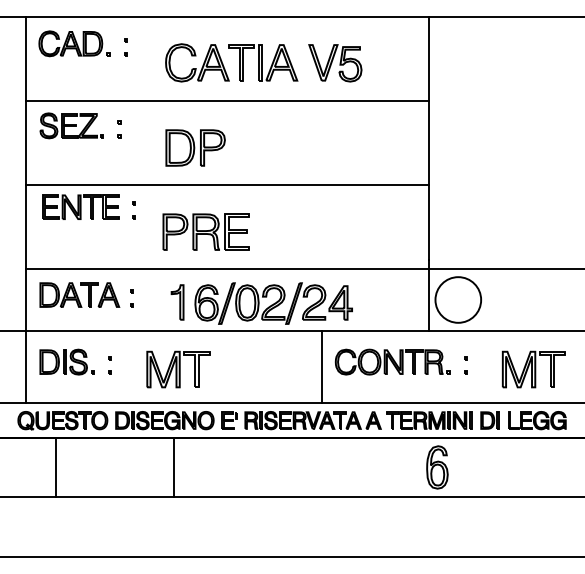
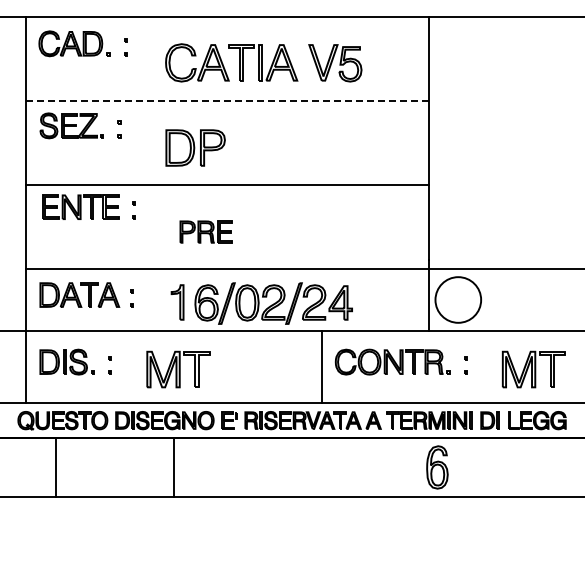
line at (227, 101): solid -> dashed
part at (205, 231) size: 88x38 px -> 54x24 px
line at (291, 556): present -> none
